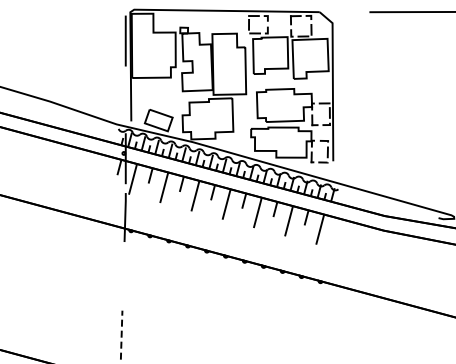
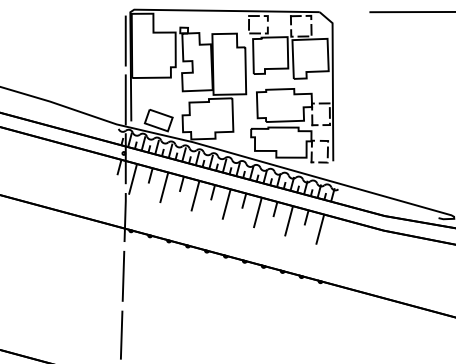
line at (125, 99): none -> present
line at (123, 275): none -> present
line at (121, 333): dashed -> solid
